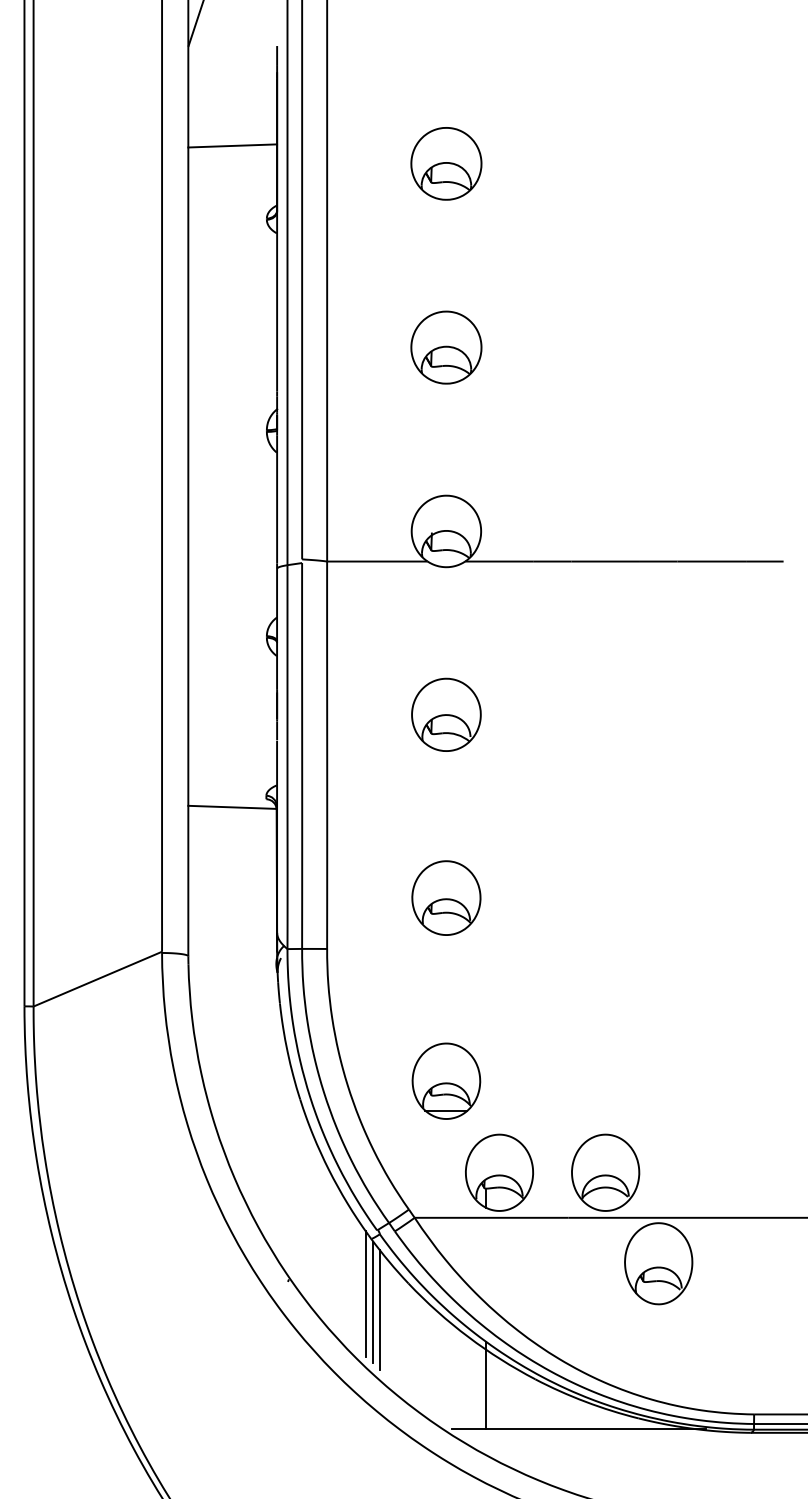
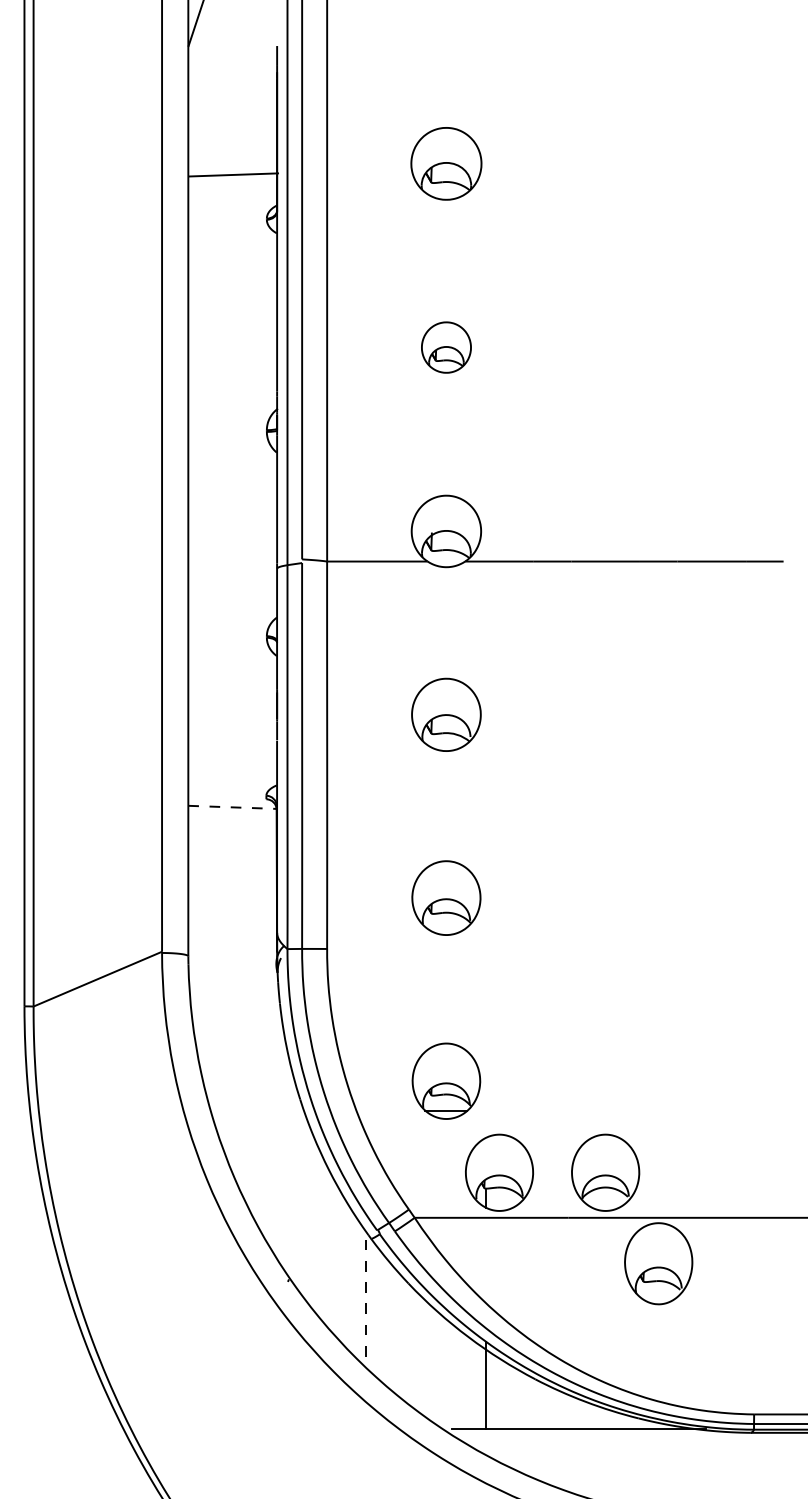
line at (232, 145) position: (232, 145) -> (233, 174)
part at (446, 347) size: 73x75 px -> 51x53 px
line at (232, 807): solid -> dashed
line at (366, 1293): solid -> dashed
line at (373, 1302): present -> none
line at (380, 1309): present -> none
